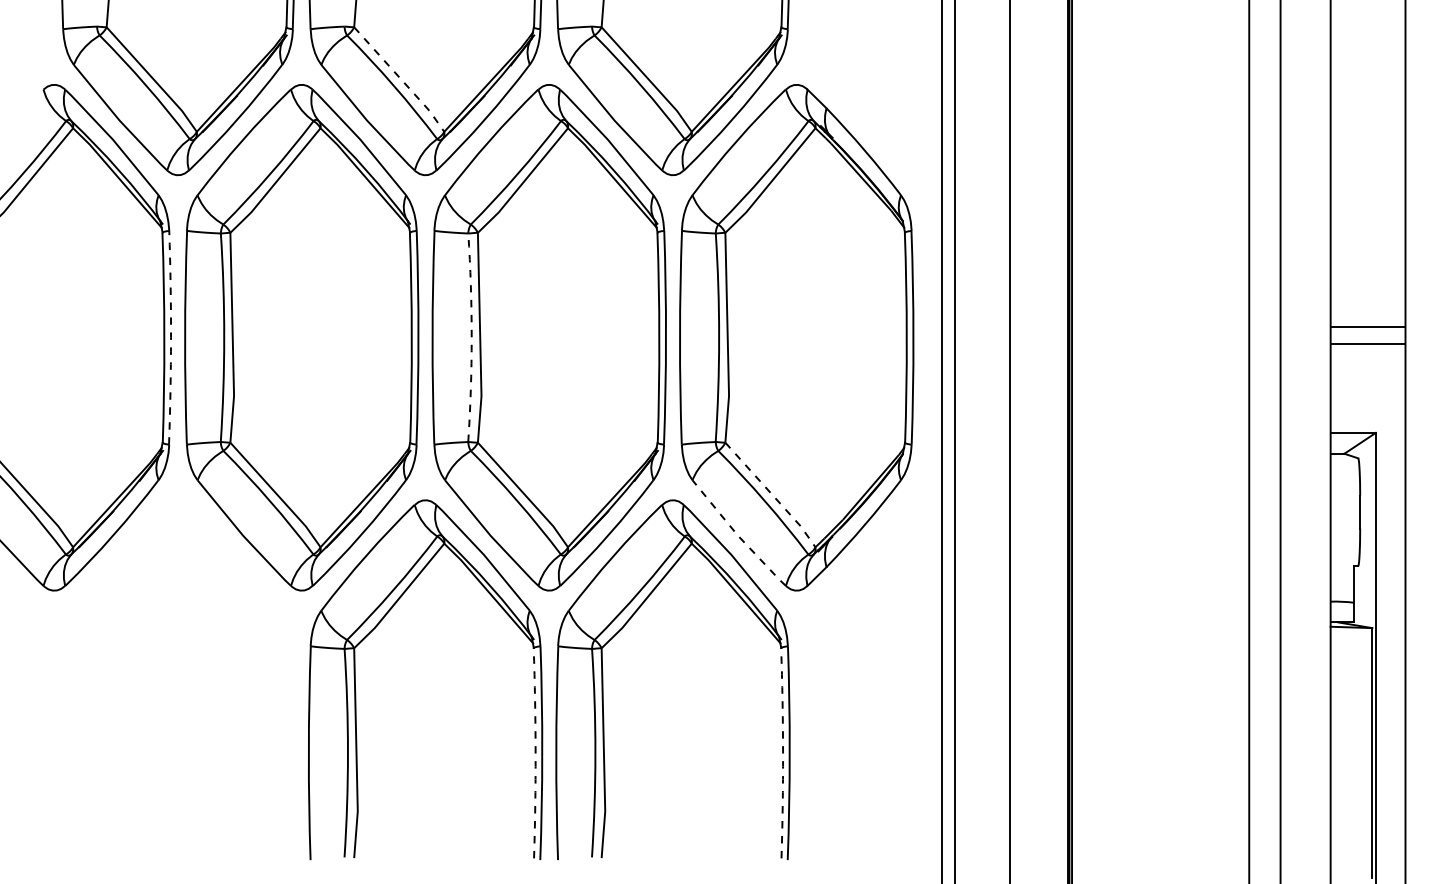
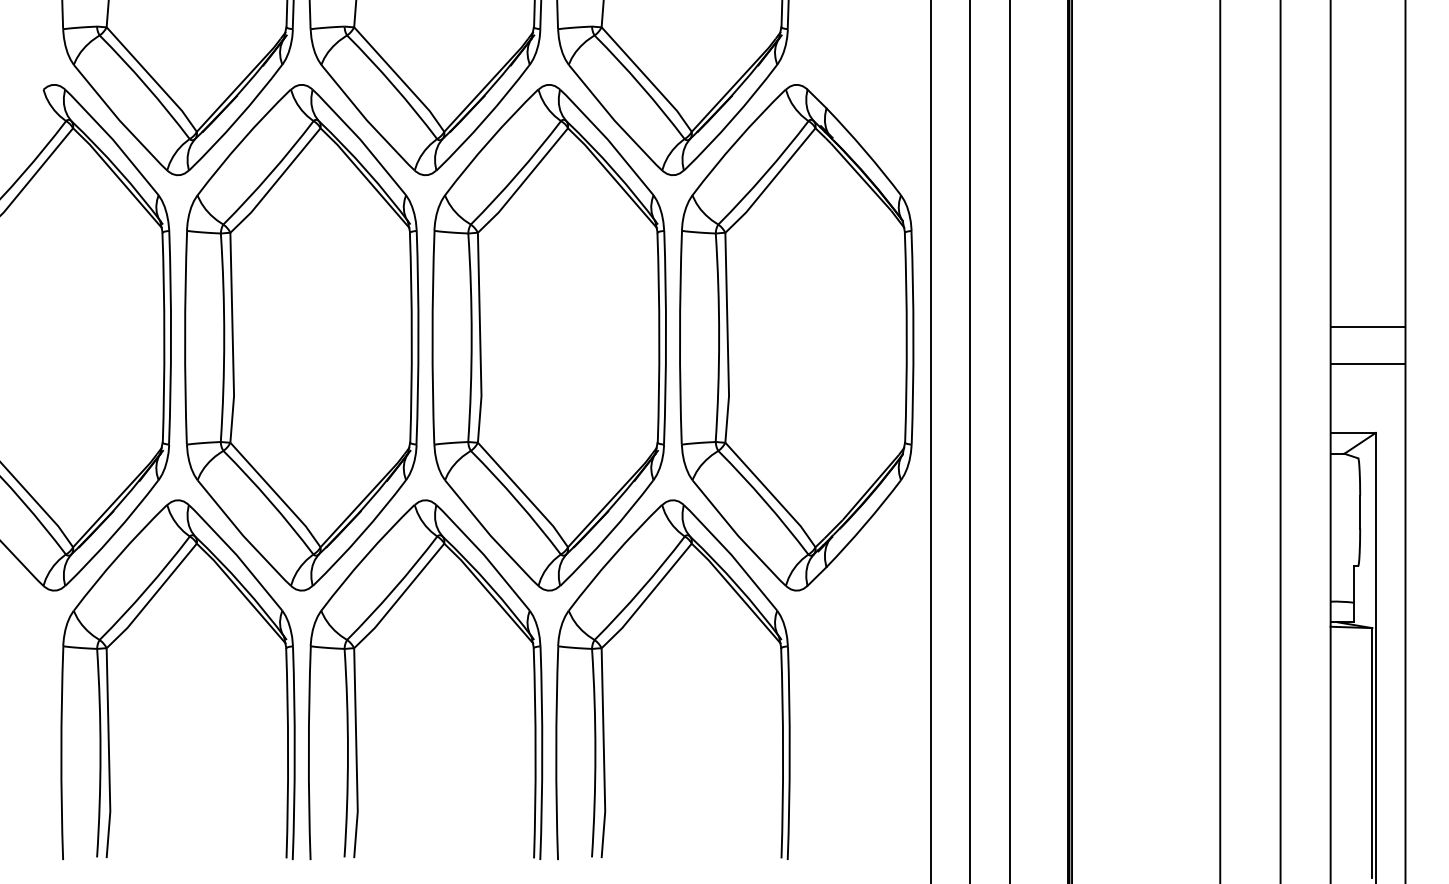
line at (400, 79): dashed -> solid
arc at (171, 337): dashed -> solid
arc at (471, 337): dashed -> solid
line at (1367, 343) position: (1367, 343) -> (1367, 363)
line at (941, 441) position: (941, 441) -> (930, 441)
line at (955, 441) position: (955, 441) -> (970, 441)
line at (1249, 441) position: (1249, 441) -> (1220, 441)
line at (772, 494): dashed -> solid
line at (737, 535): dashed -> solid
part at (108, 679): none -> present
arc at (535, 753): dashed -> solid
arc at (783, 753): dashed -> solid
